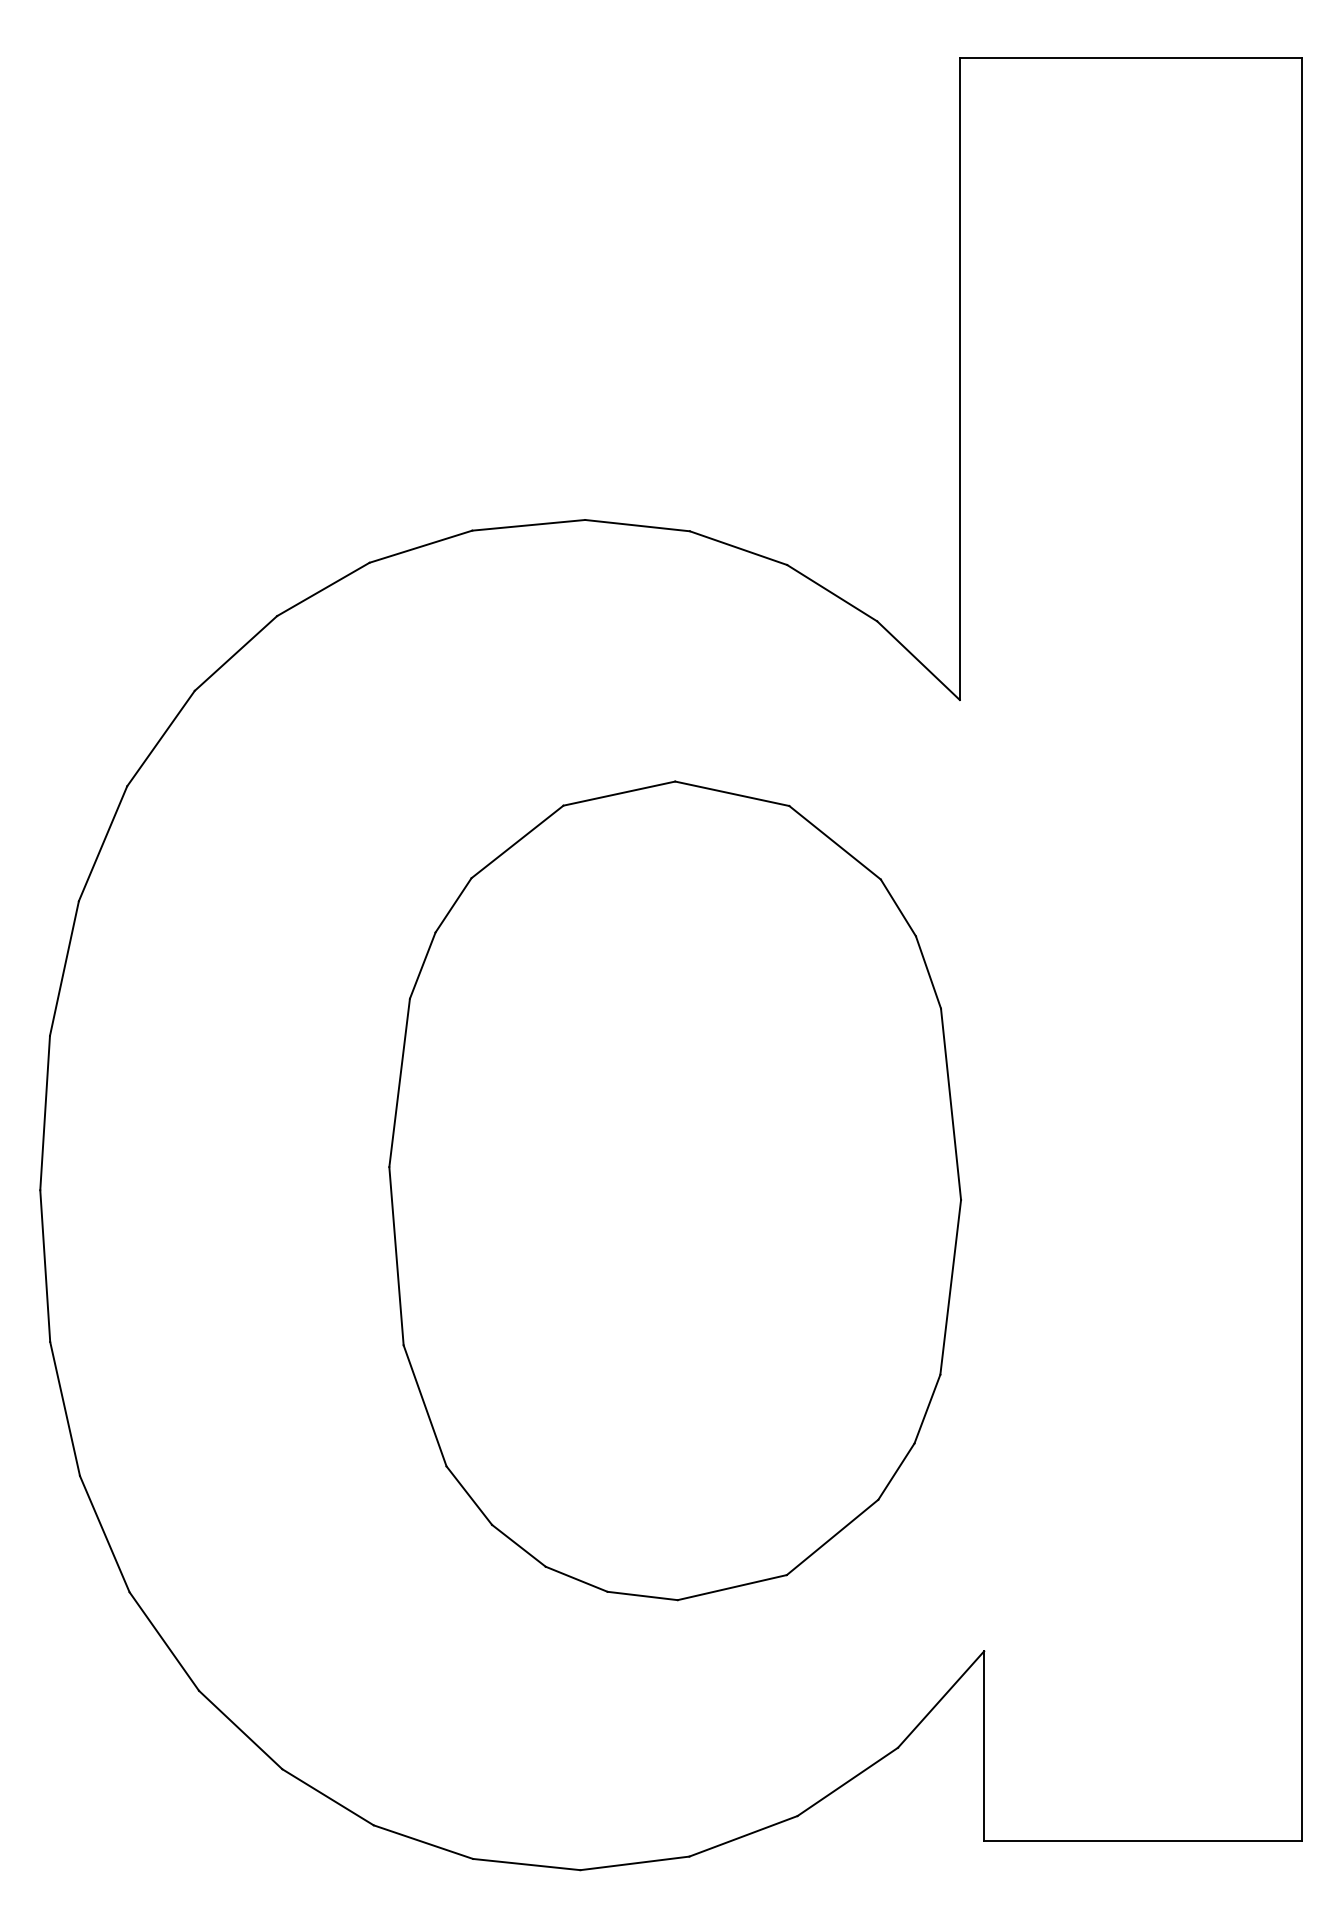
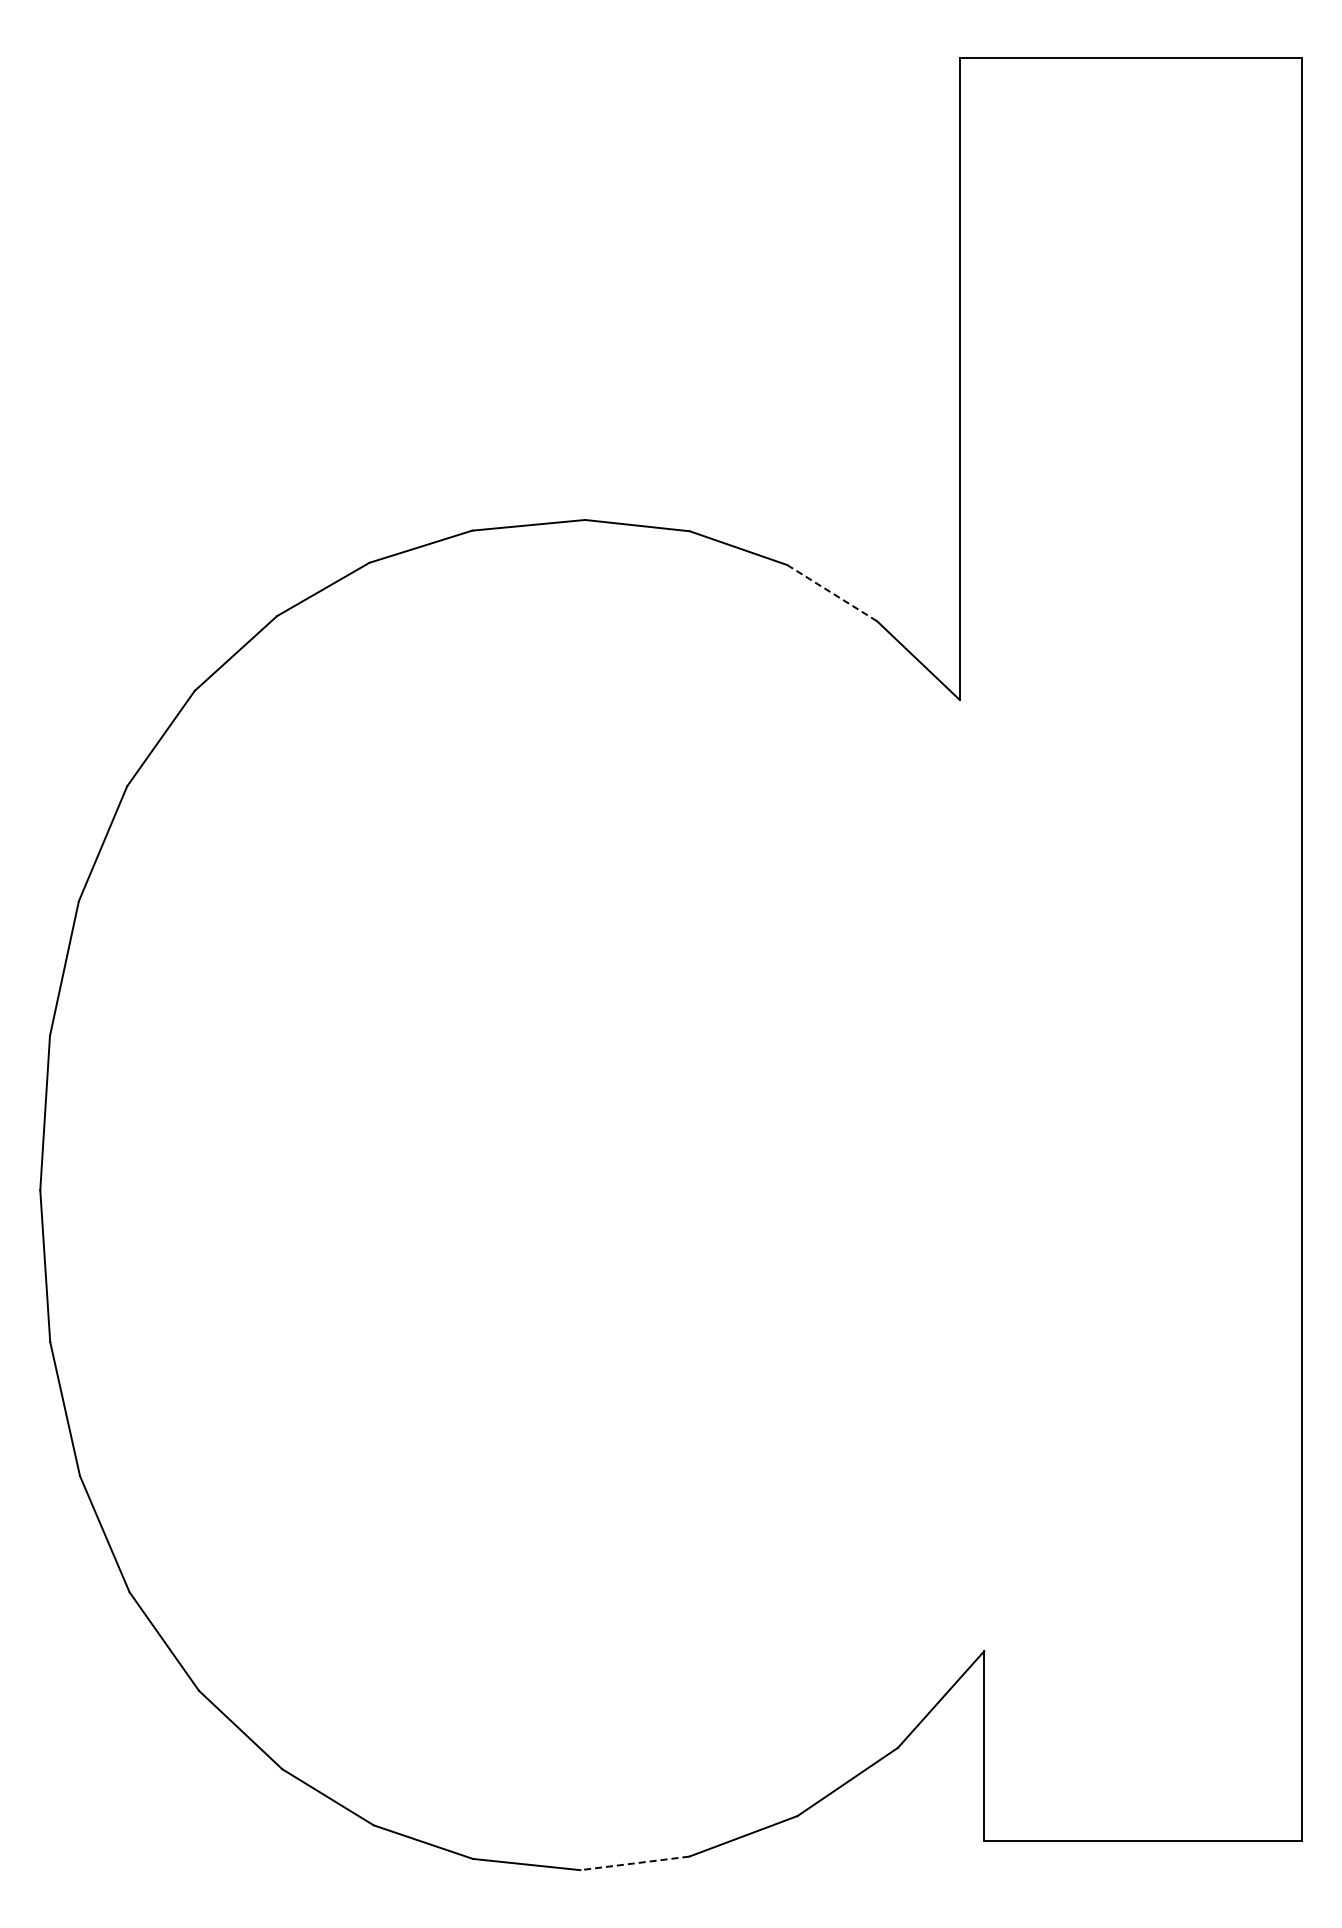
line at (832, 593): solid -> dashed
part at (674, 1190): present -> none
line at (634, 1863): solid -> dashed
